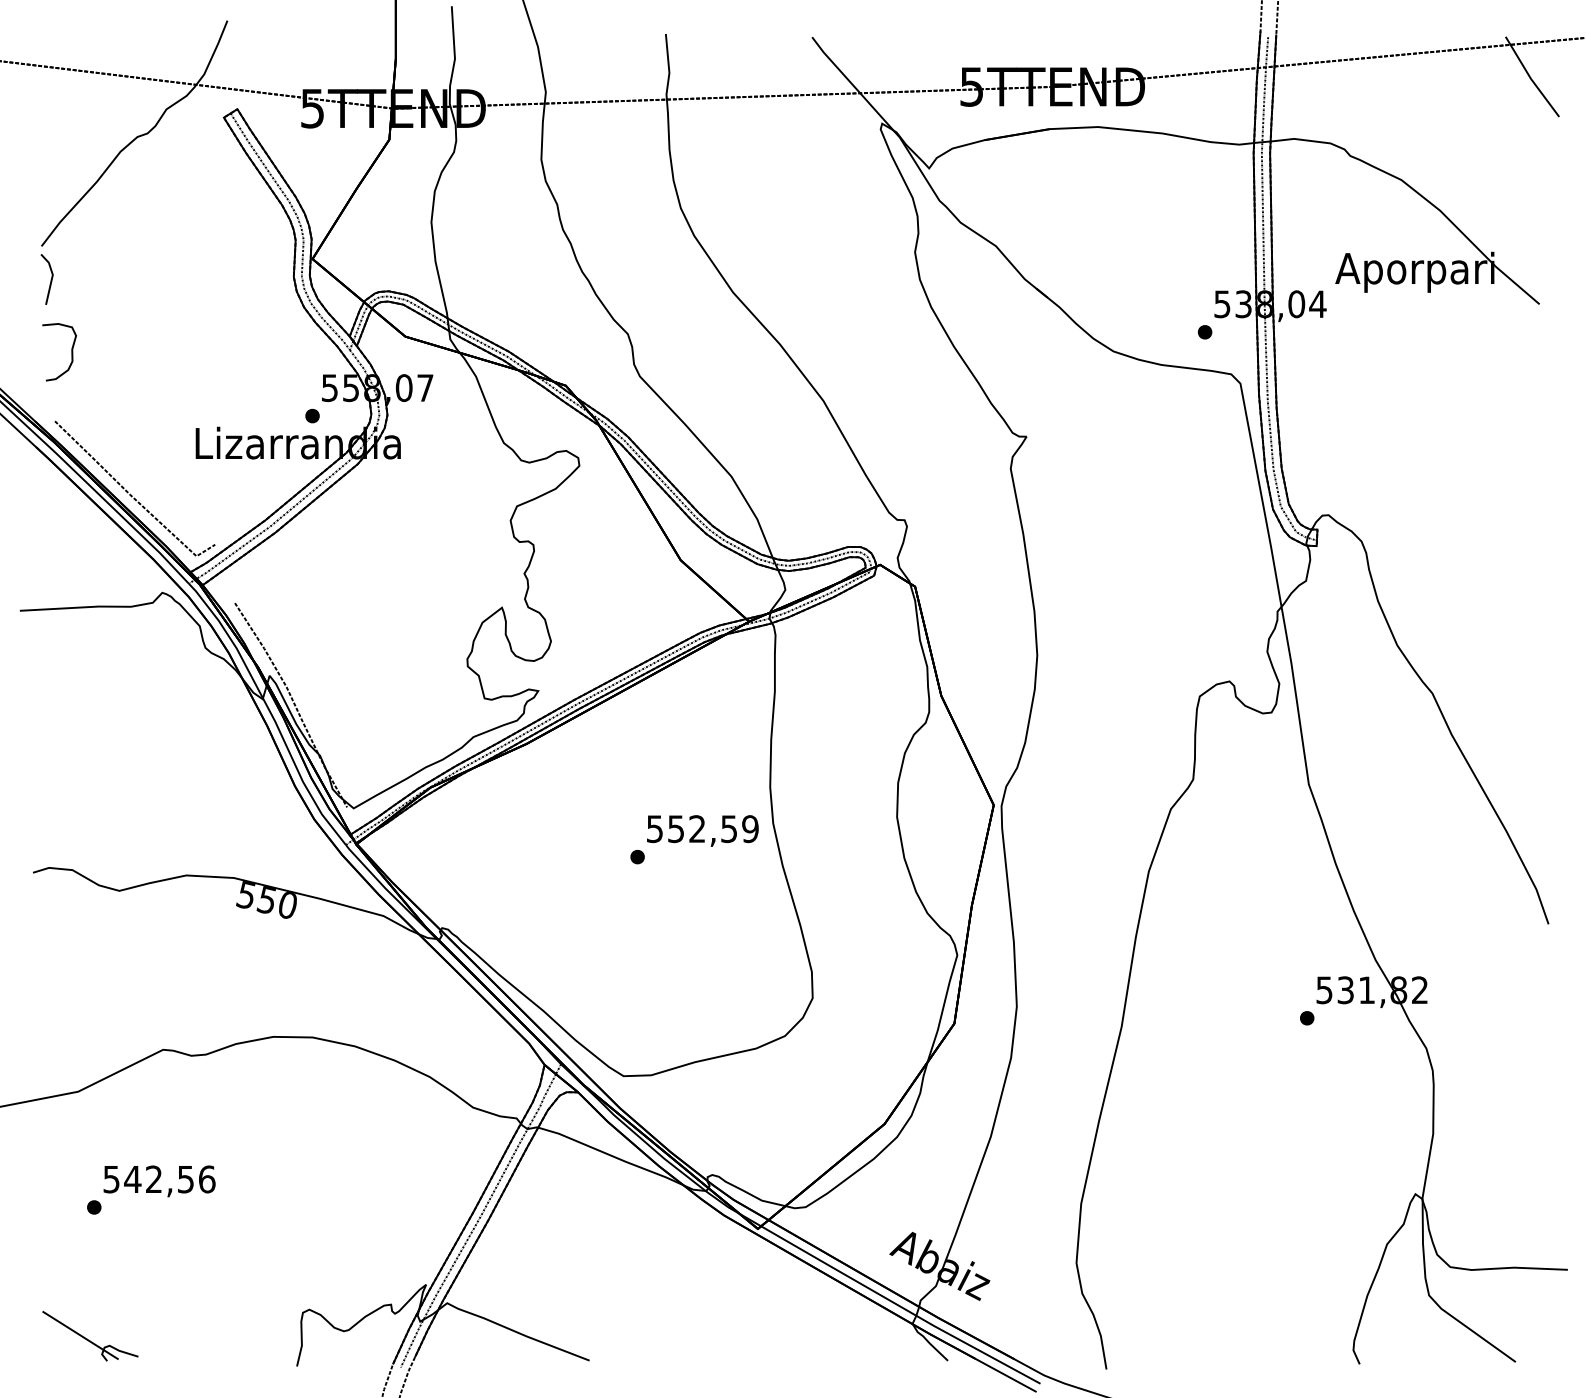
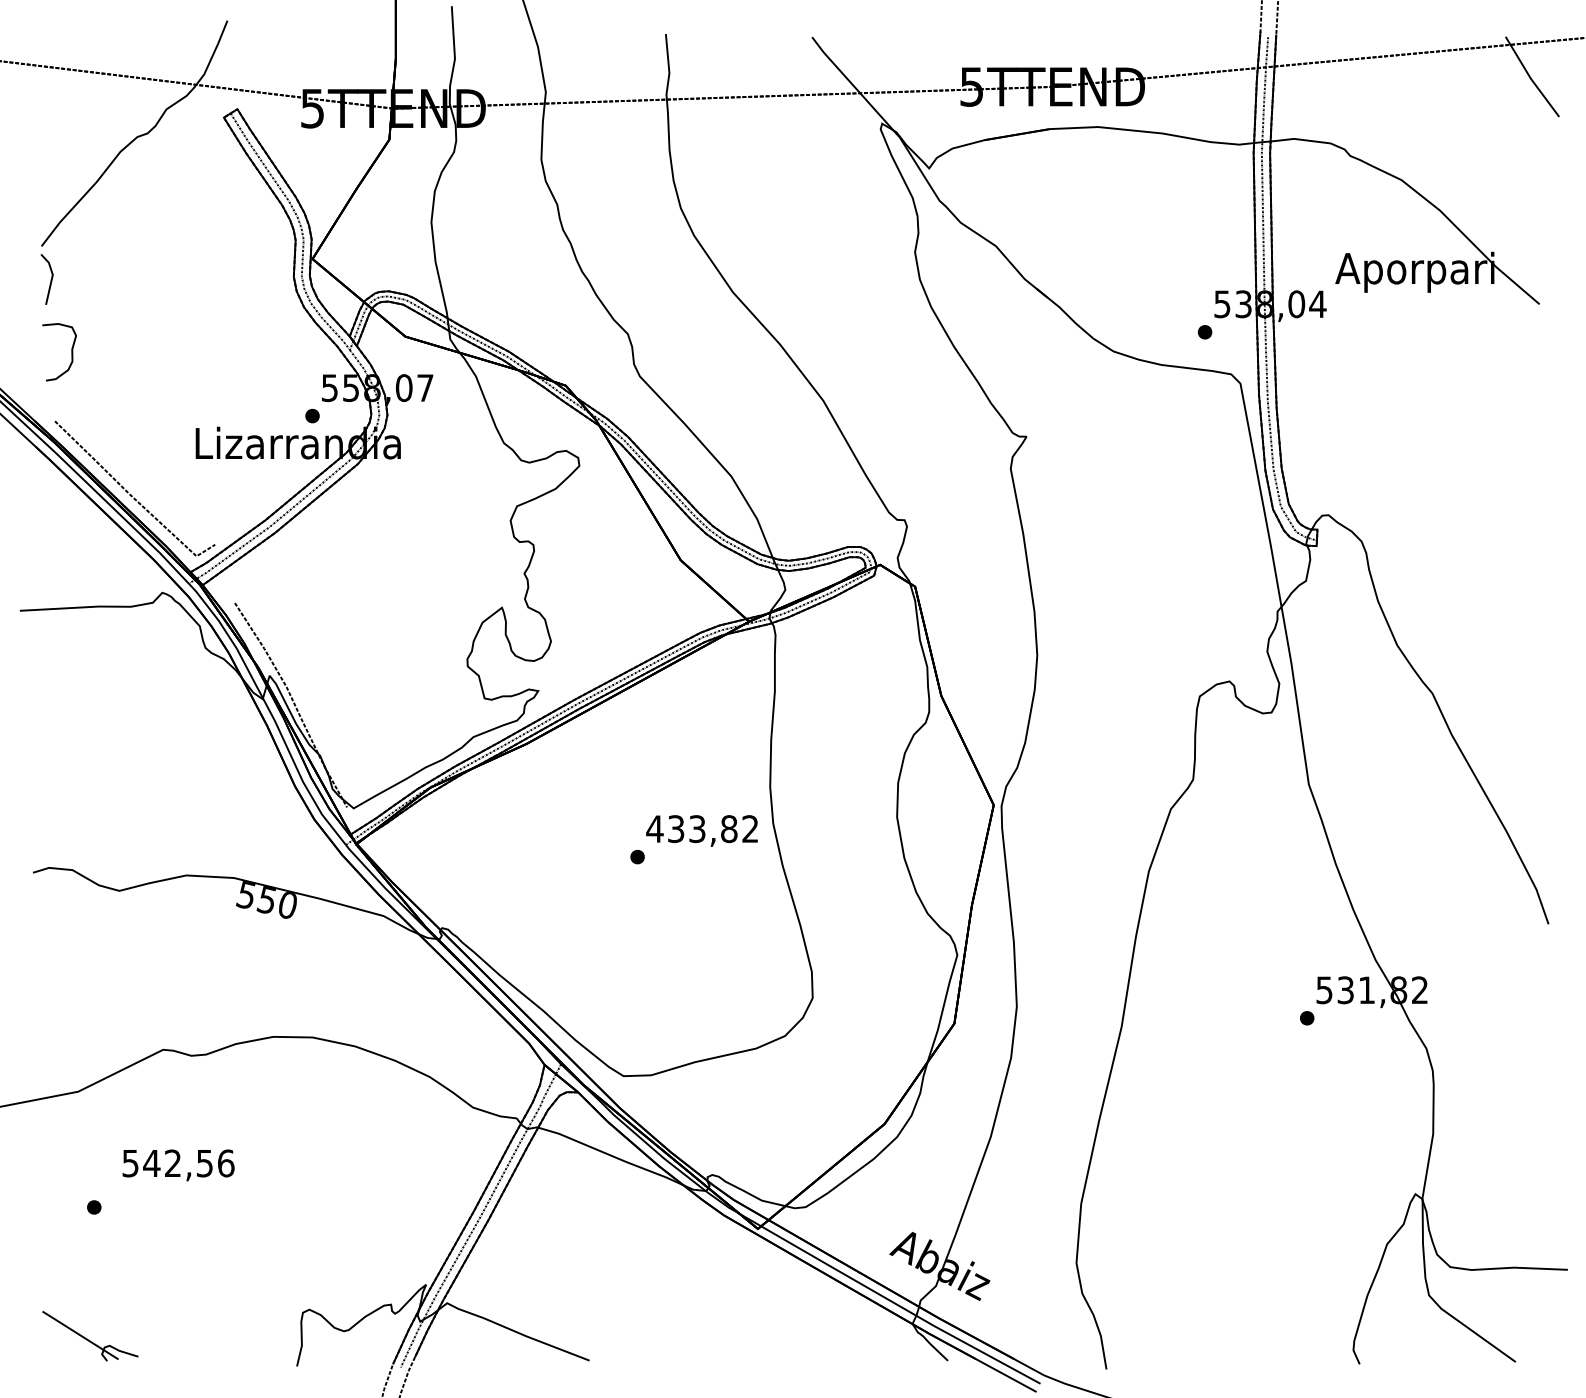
text at (702, 829): 552,59 -> 433,82
text at (159, 1181) position: (159, 1181) -> (178, 1165)
